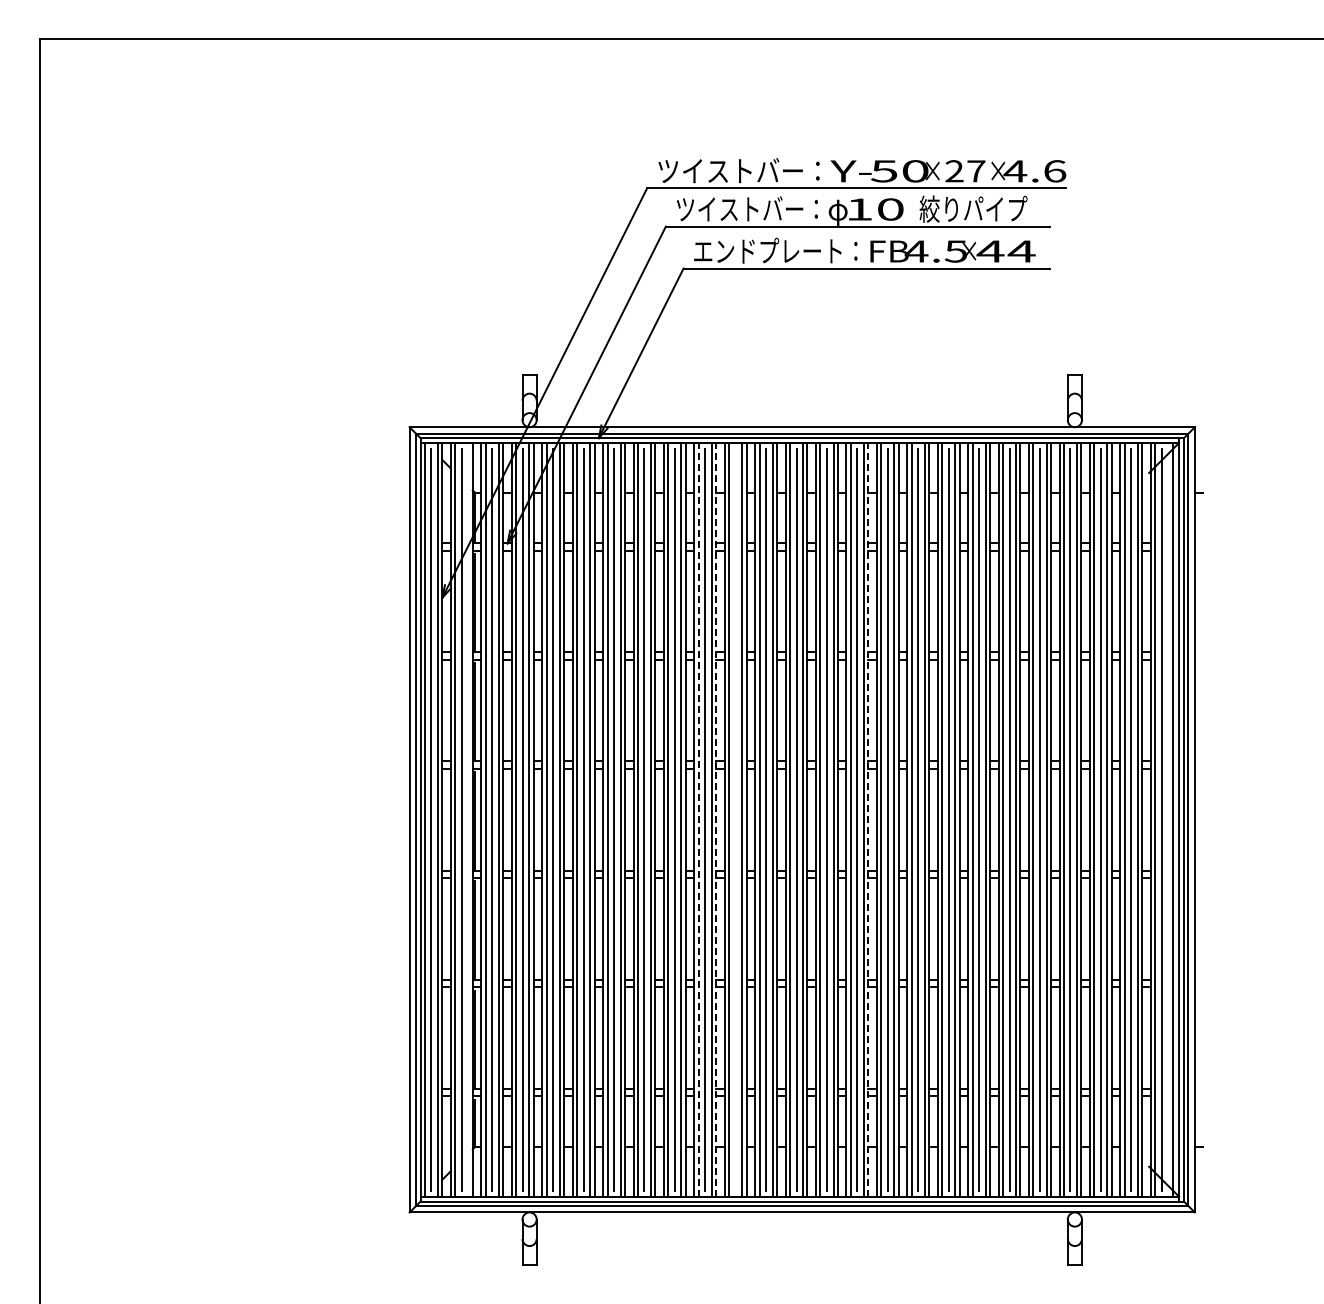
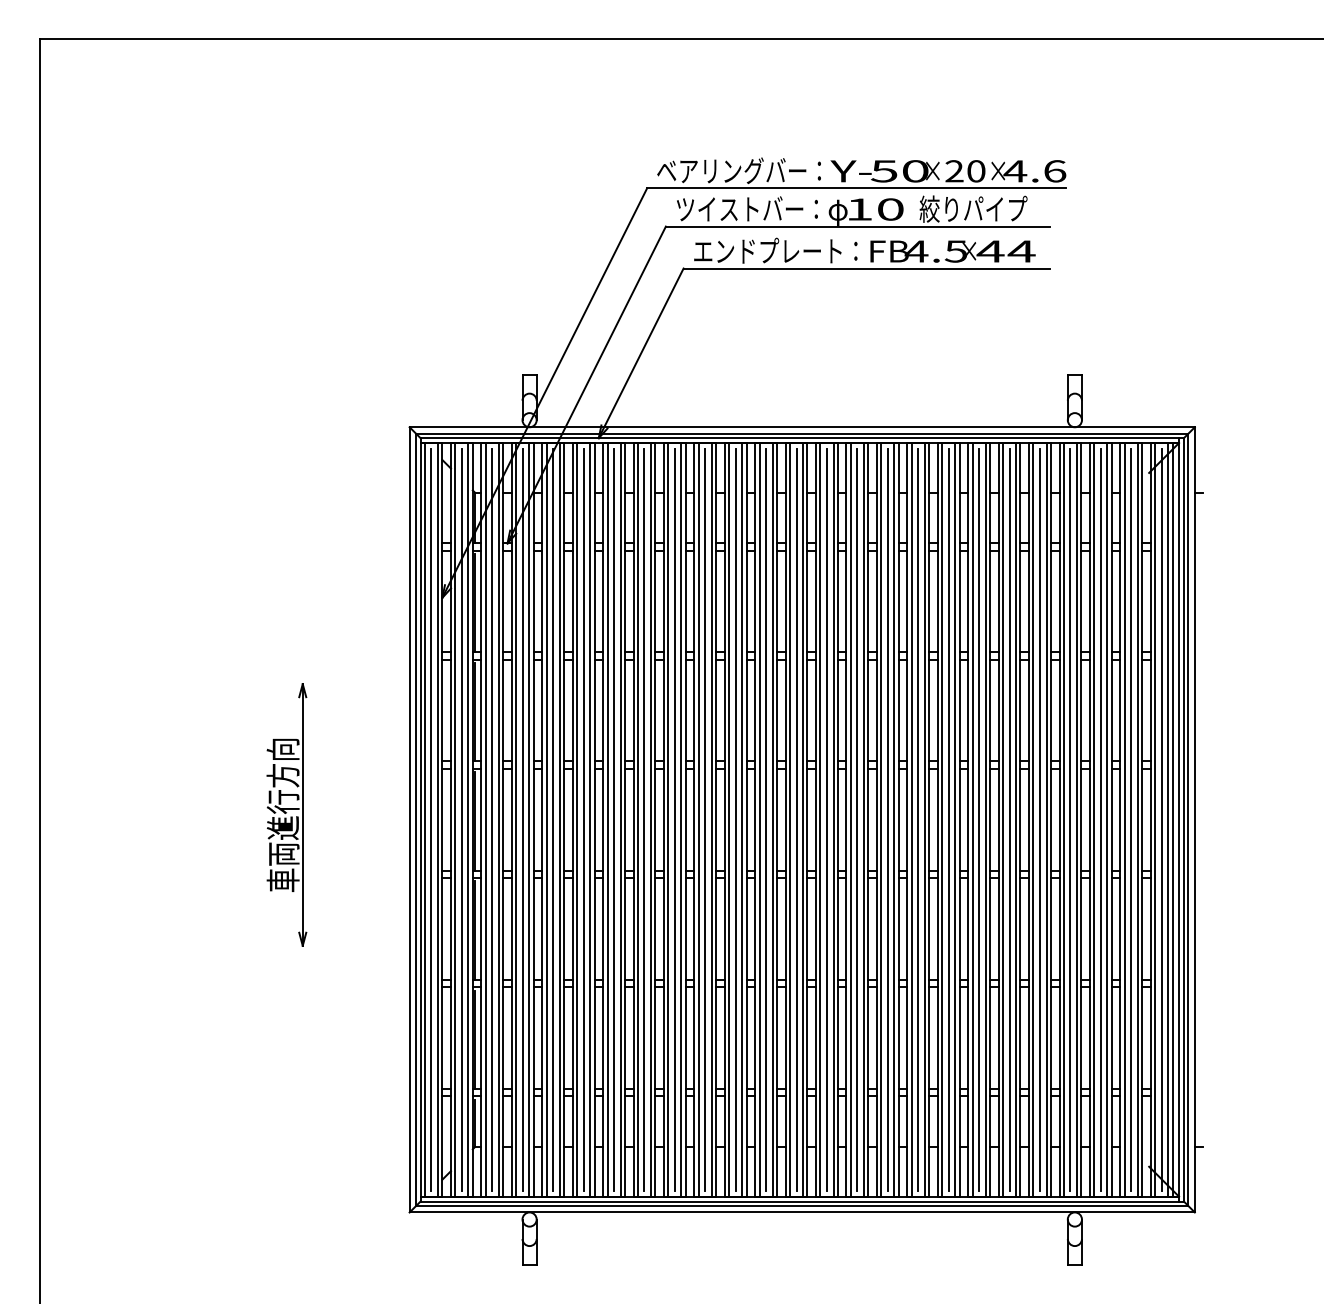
text at (738, 170): ツイストバー： -> ベアリングバー：
text at (976, 171): 27 -> 20
part at (286, 814): none -> present
line at (468, 819): none -> present
line at (698, 819): dashed -> solid
line at (716, 819): dashed -> solid
line at (735, 819): none -> present
line at (868, 819): dashed -> solid
line at (1168, 819): none -> present
